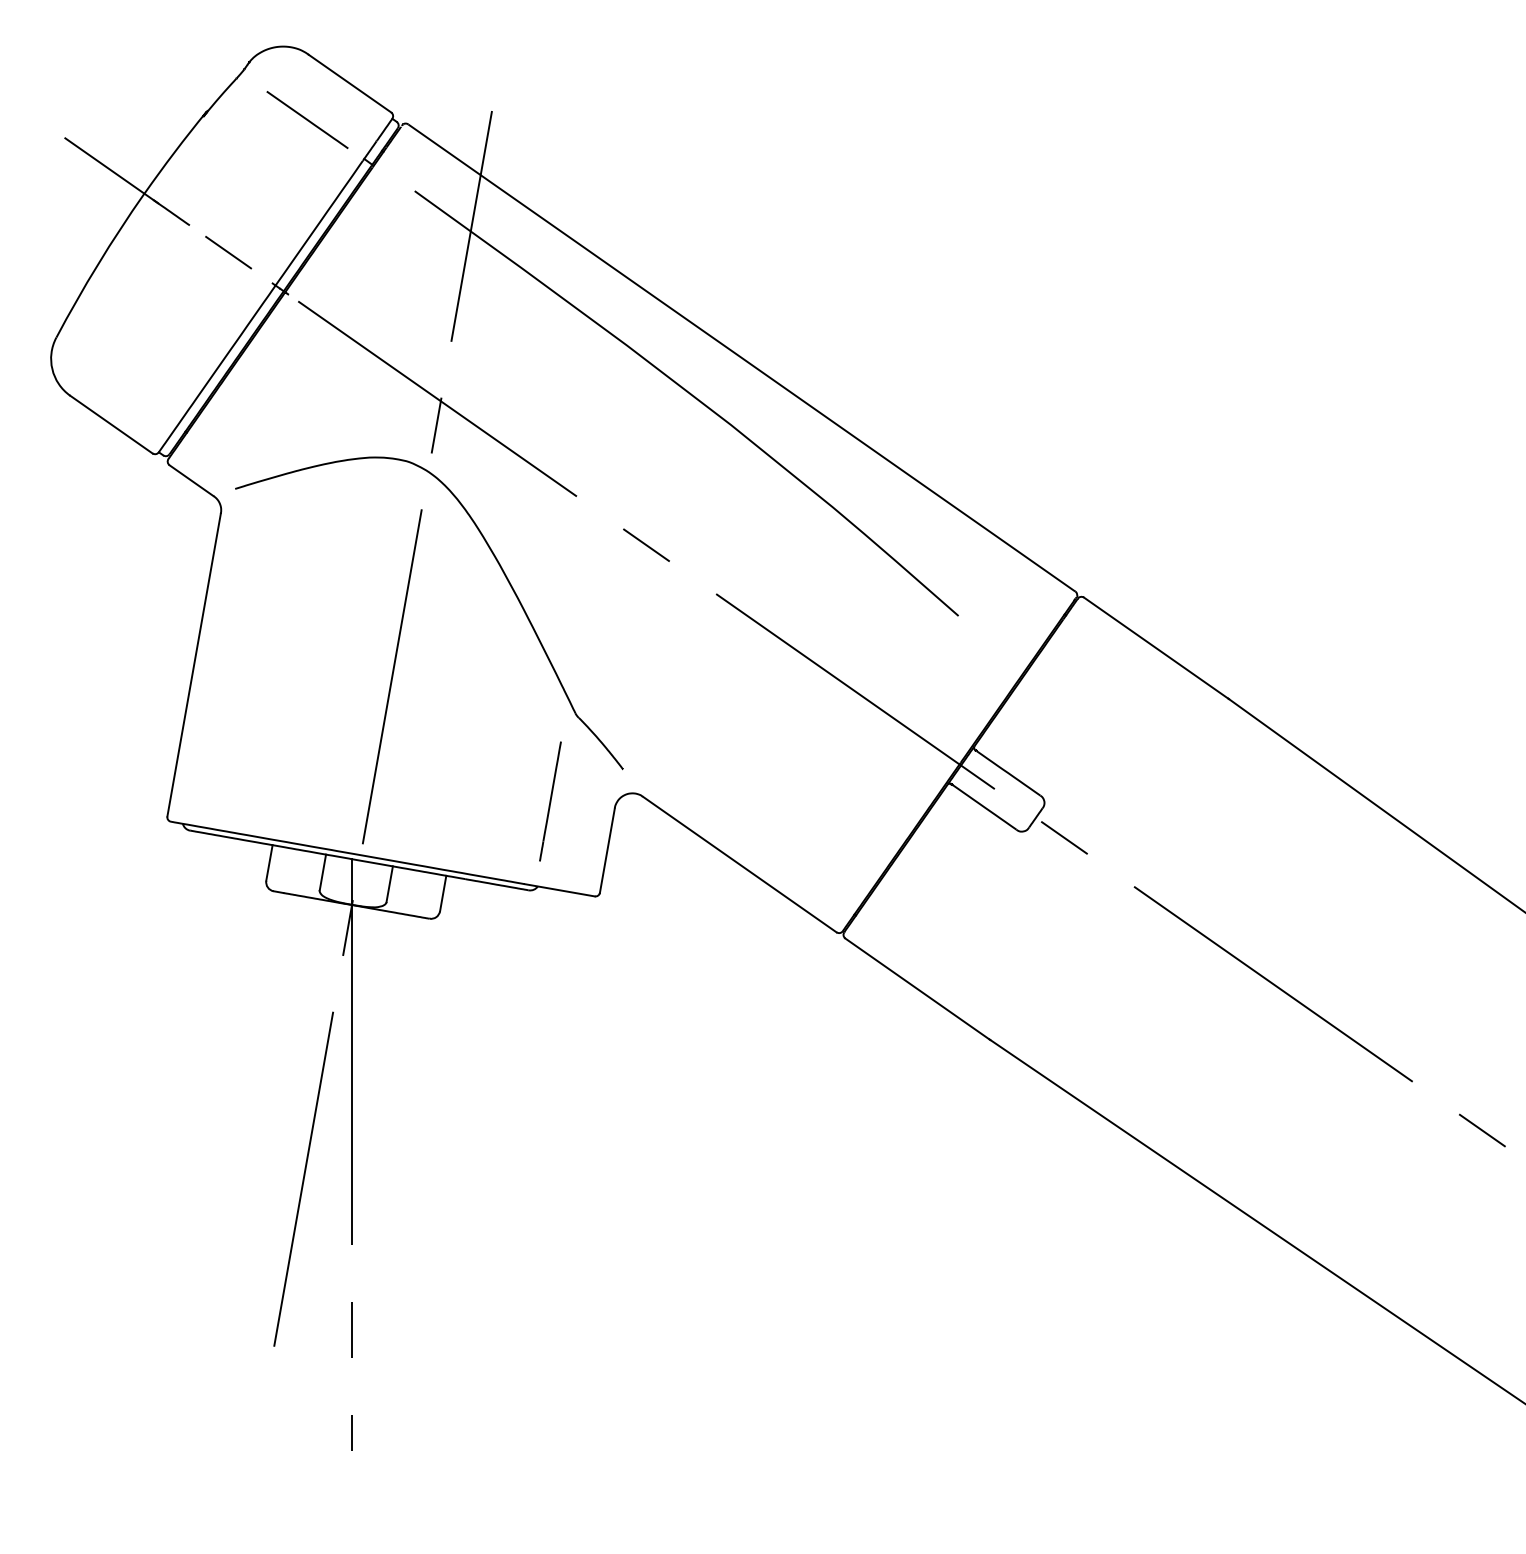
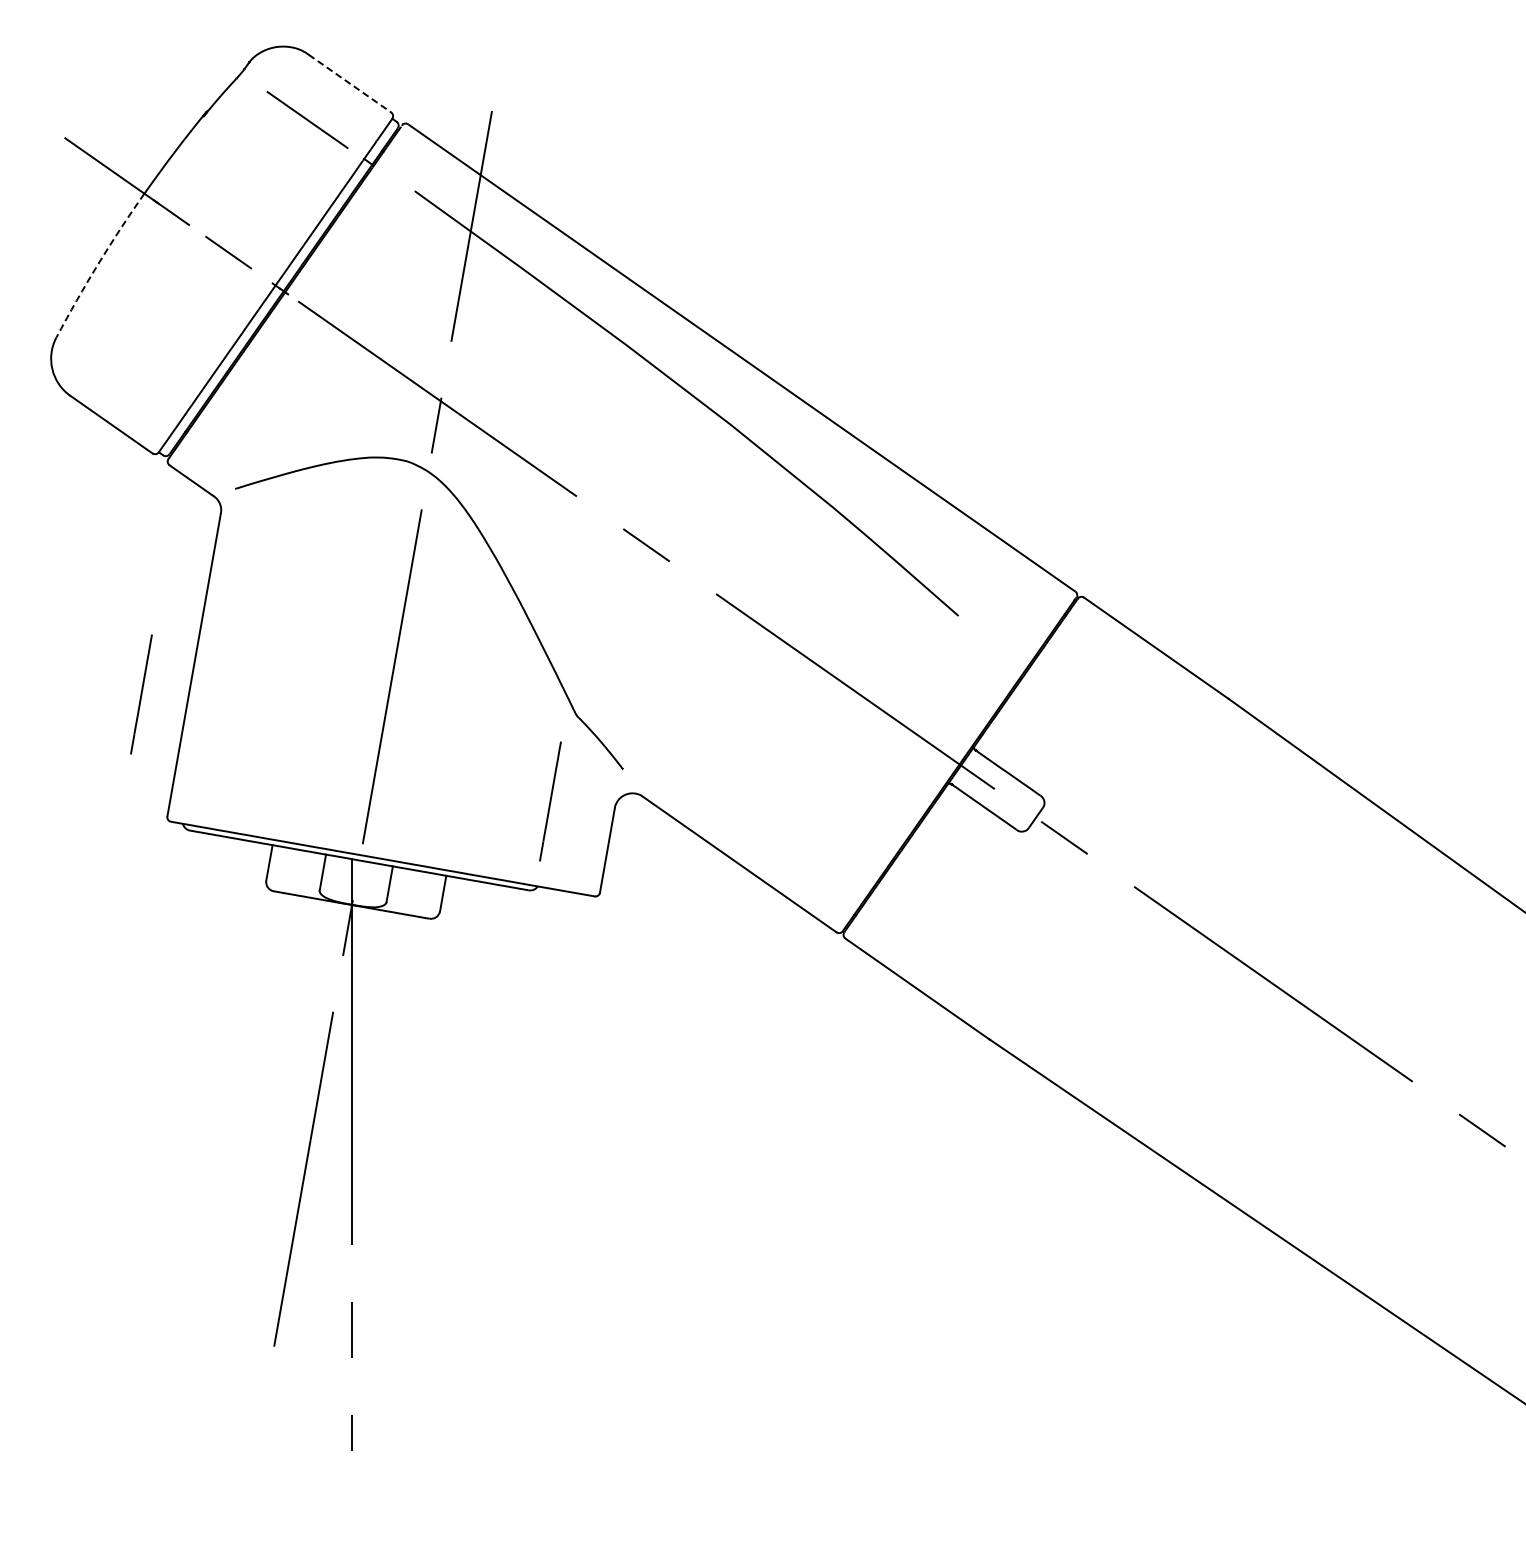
line at (350, 83): solid -> dashed
arc at (98, 264): solid -> dashed
line at (141, 694): none -> present
